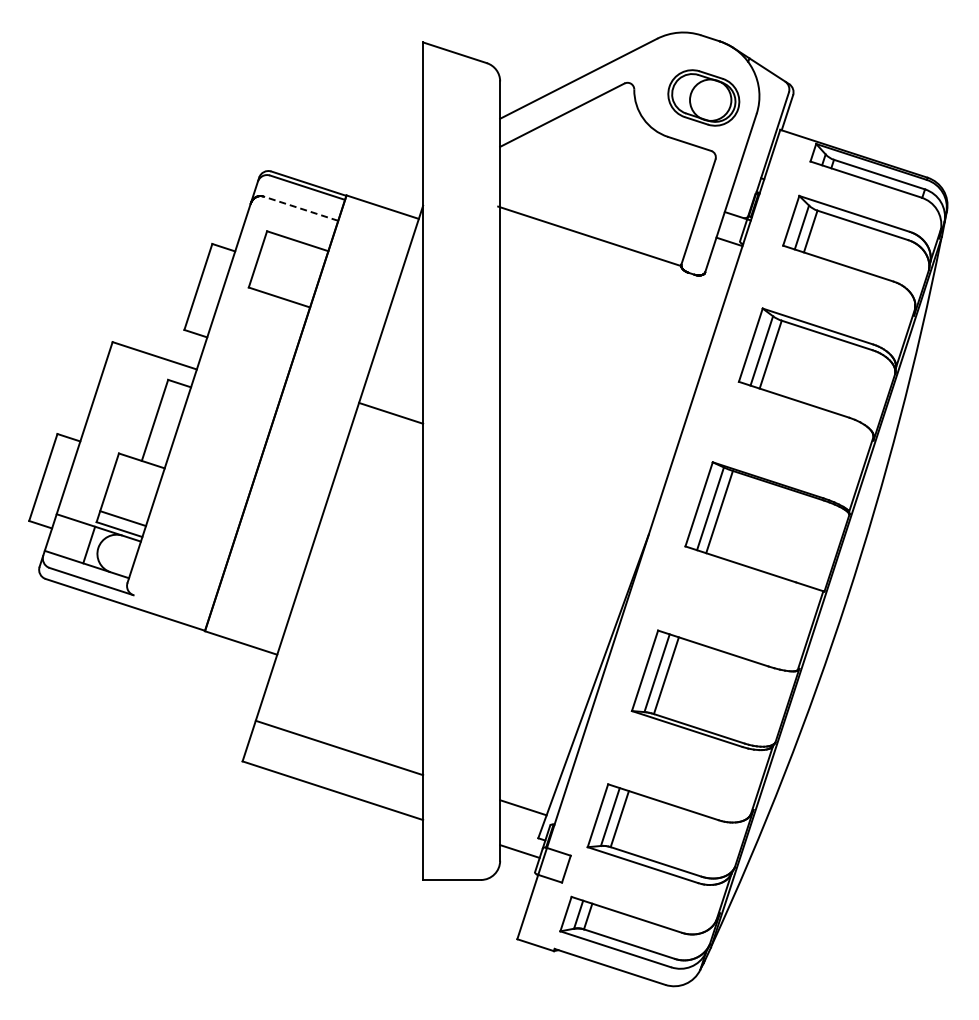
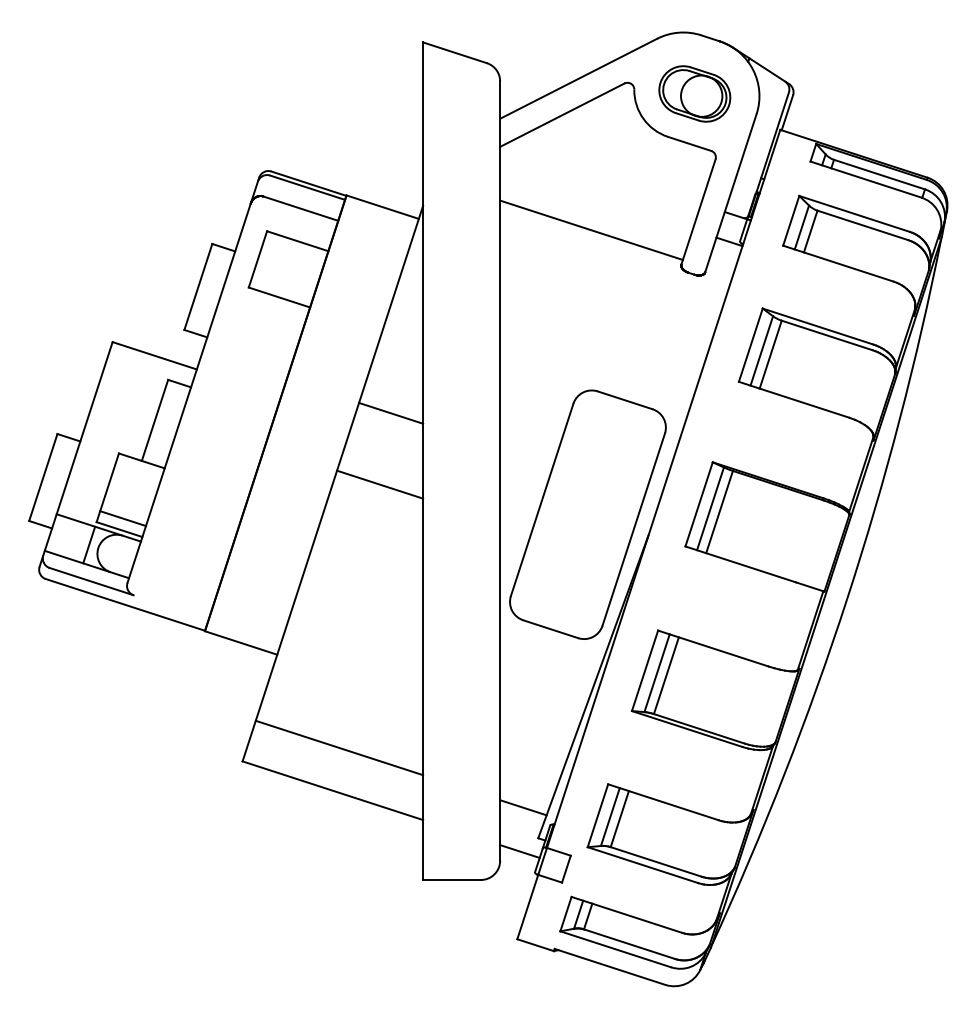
part at (703, 97) position: (703, 97) -> (694, 93)
line at (300, 208): dashed -> solid
line at (589, 235) position: (589, 235) -> (591, 229)
line at (380, 484): none -> present
part at (587, 514): none -> present
